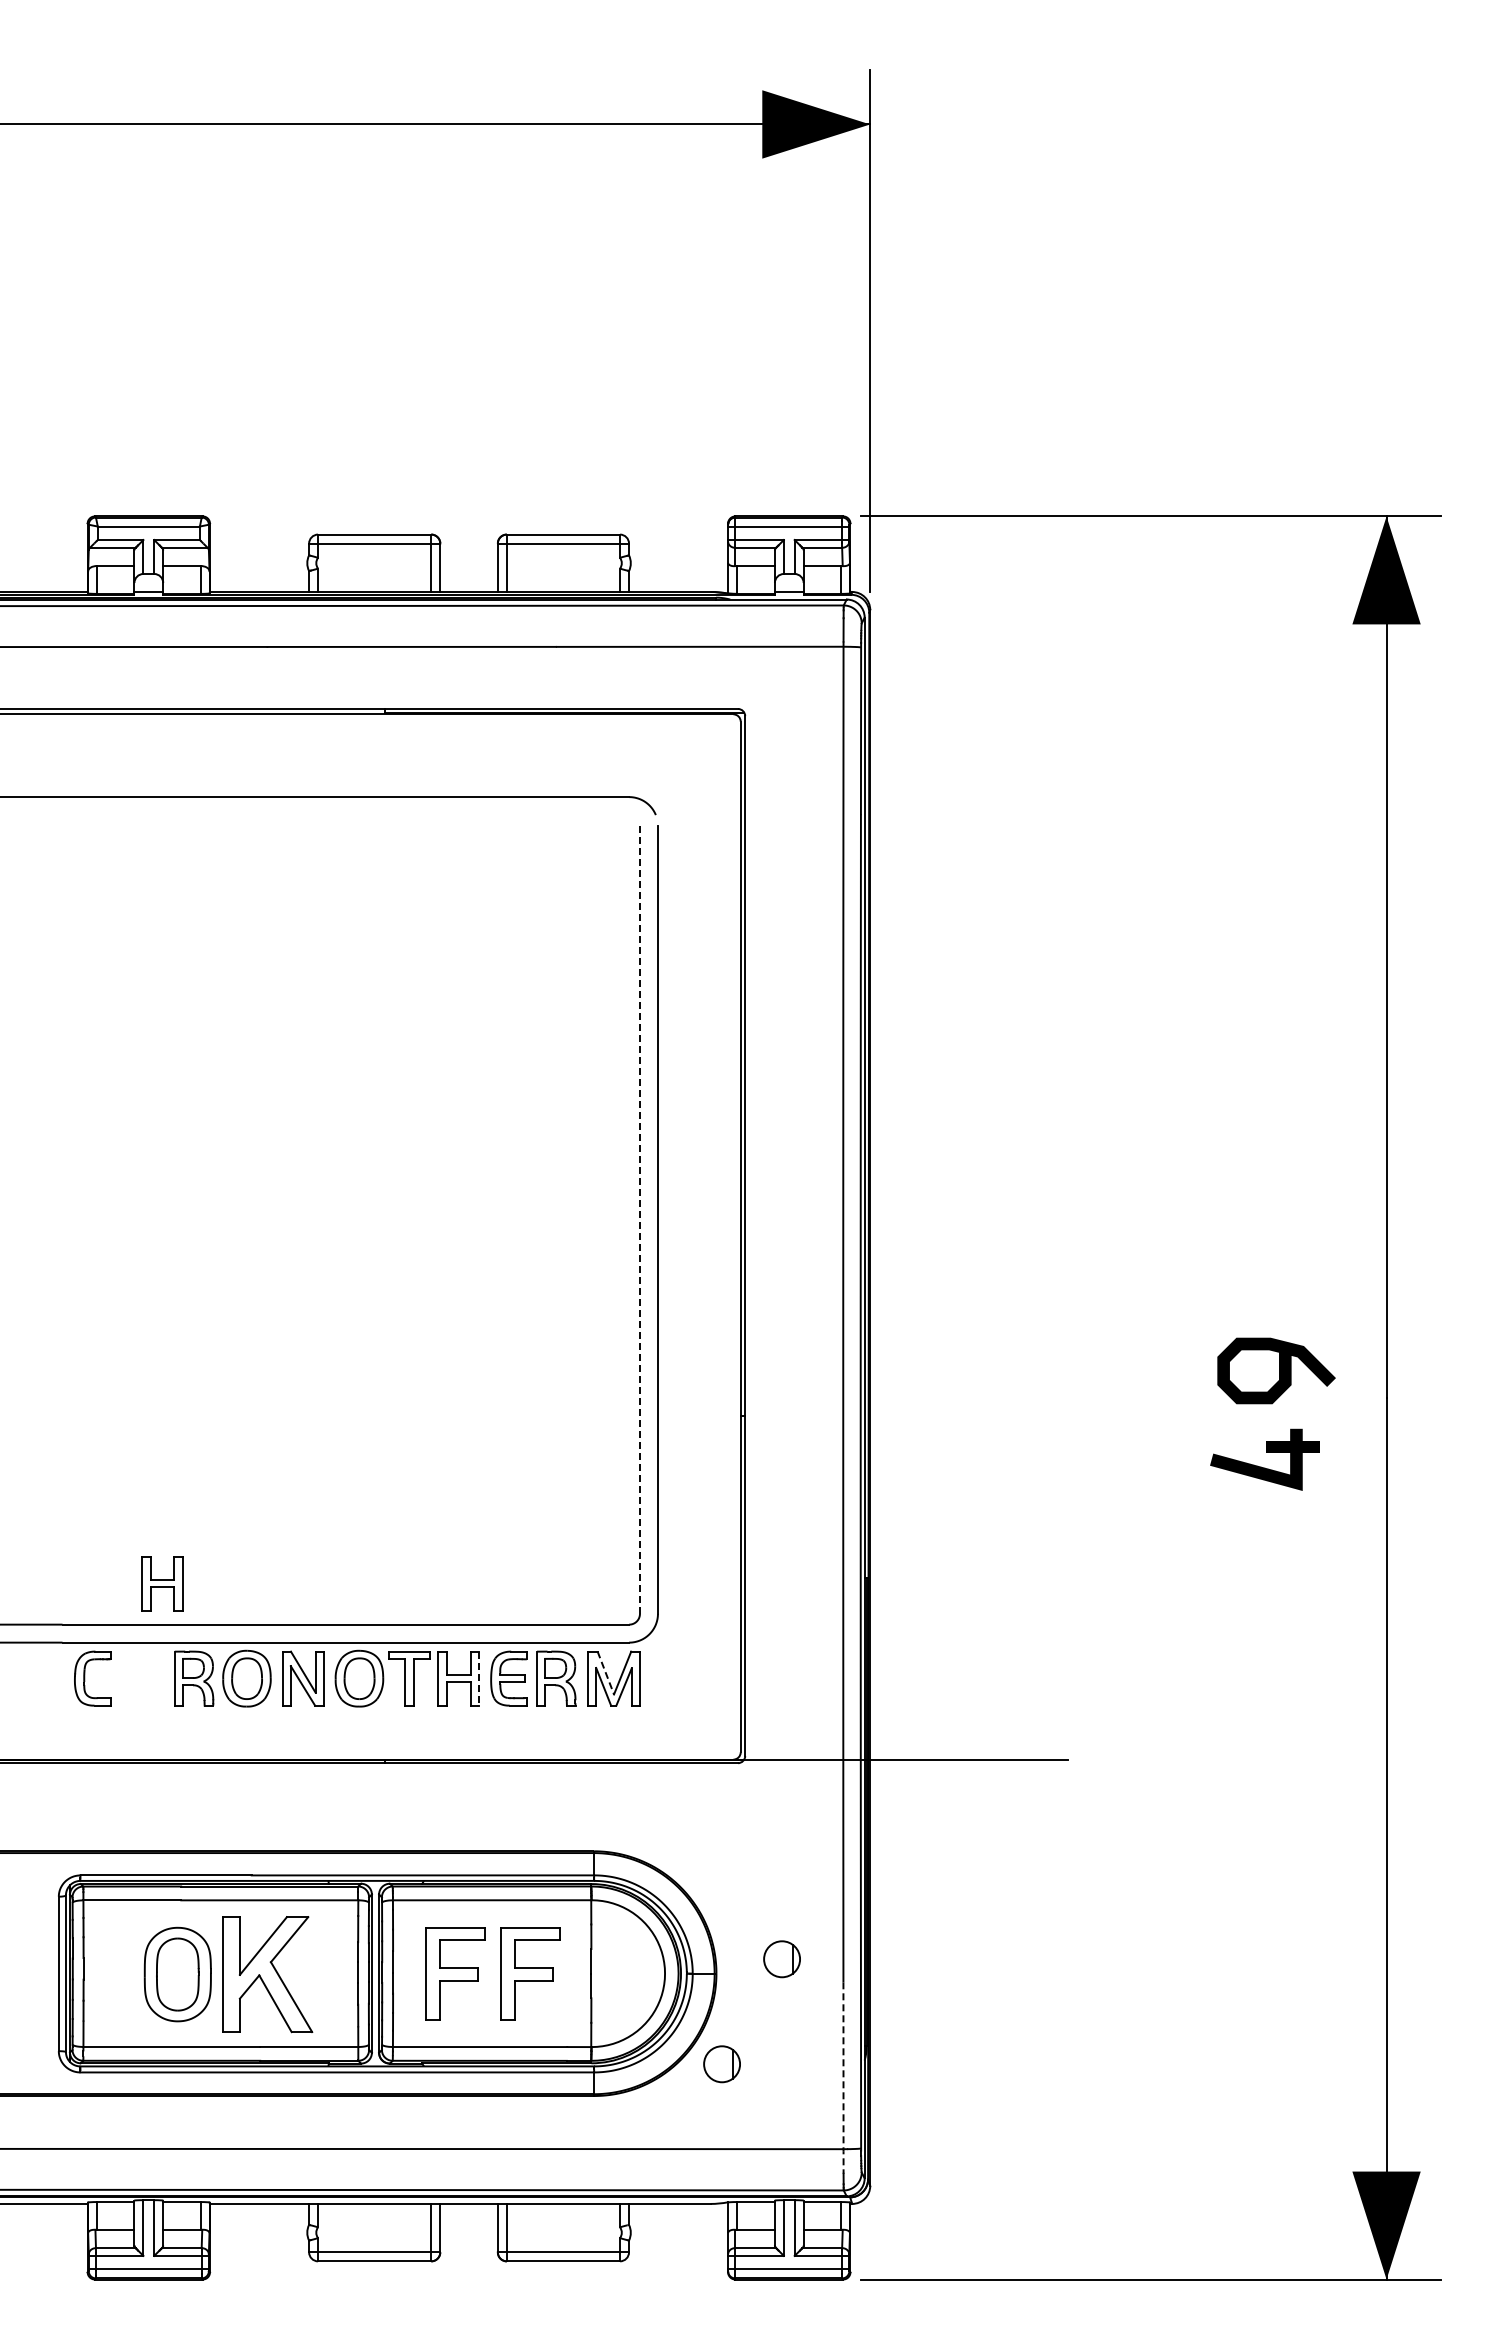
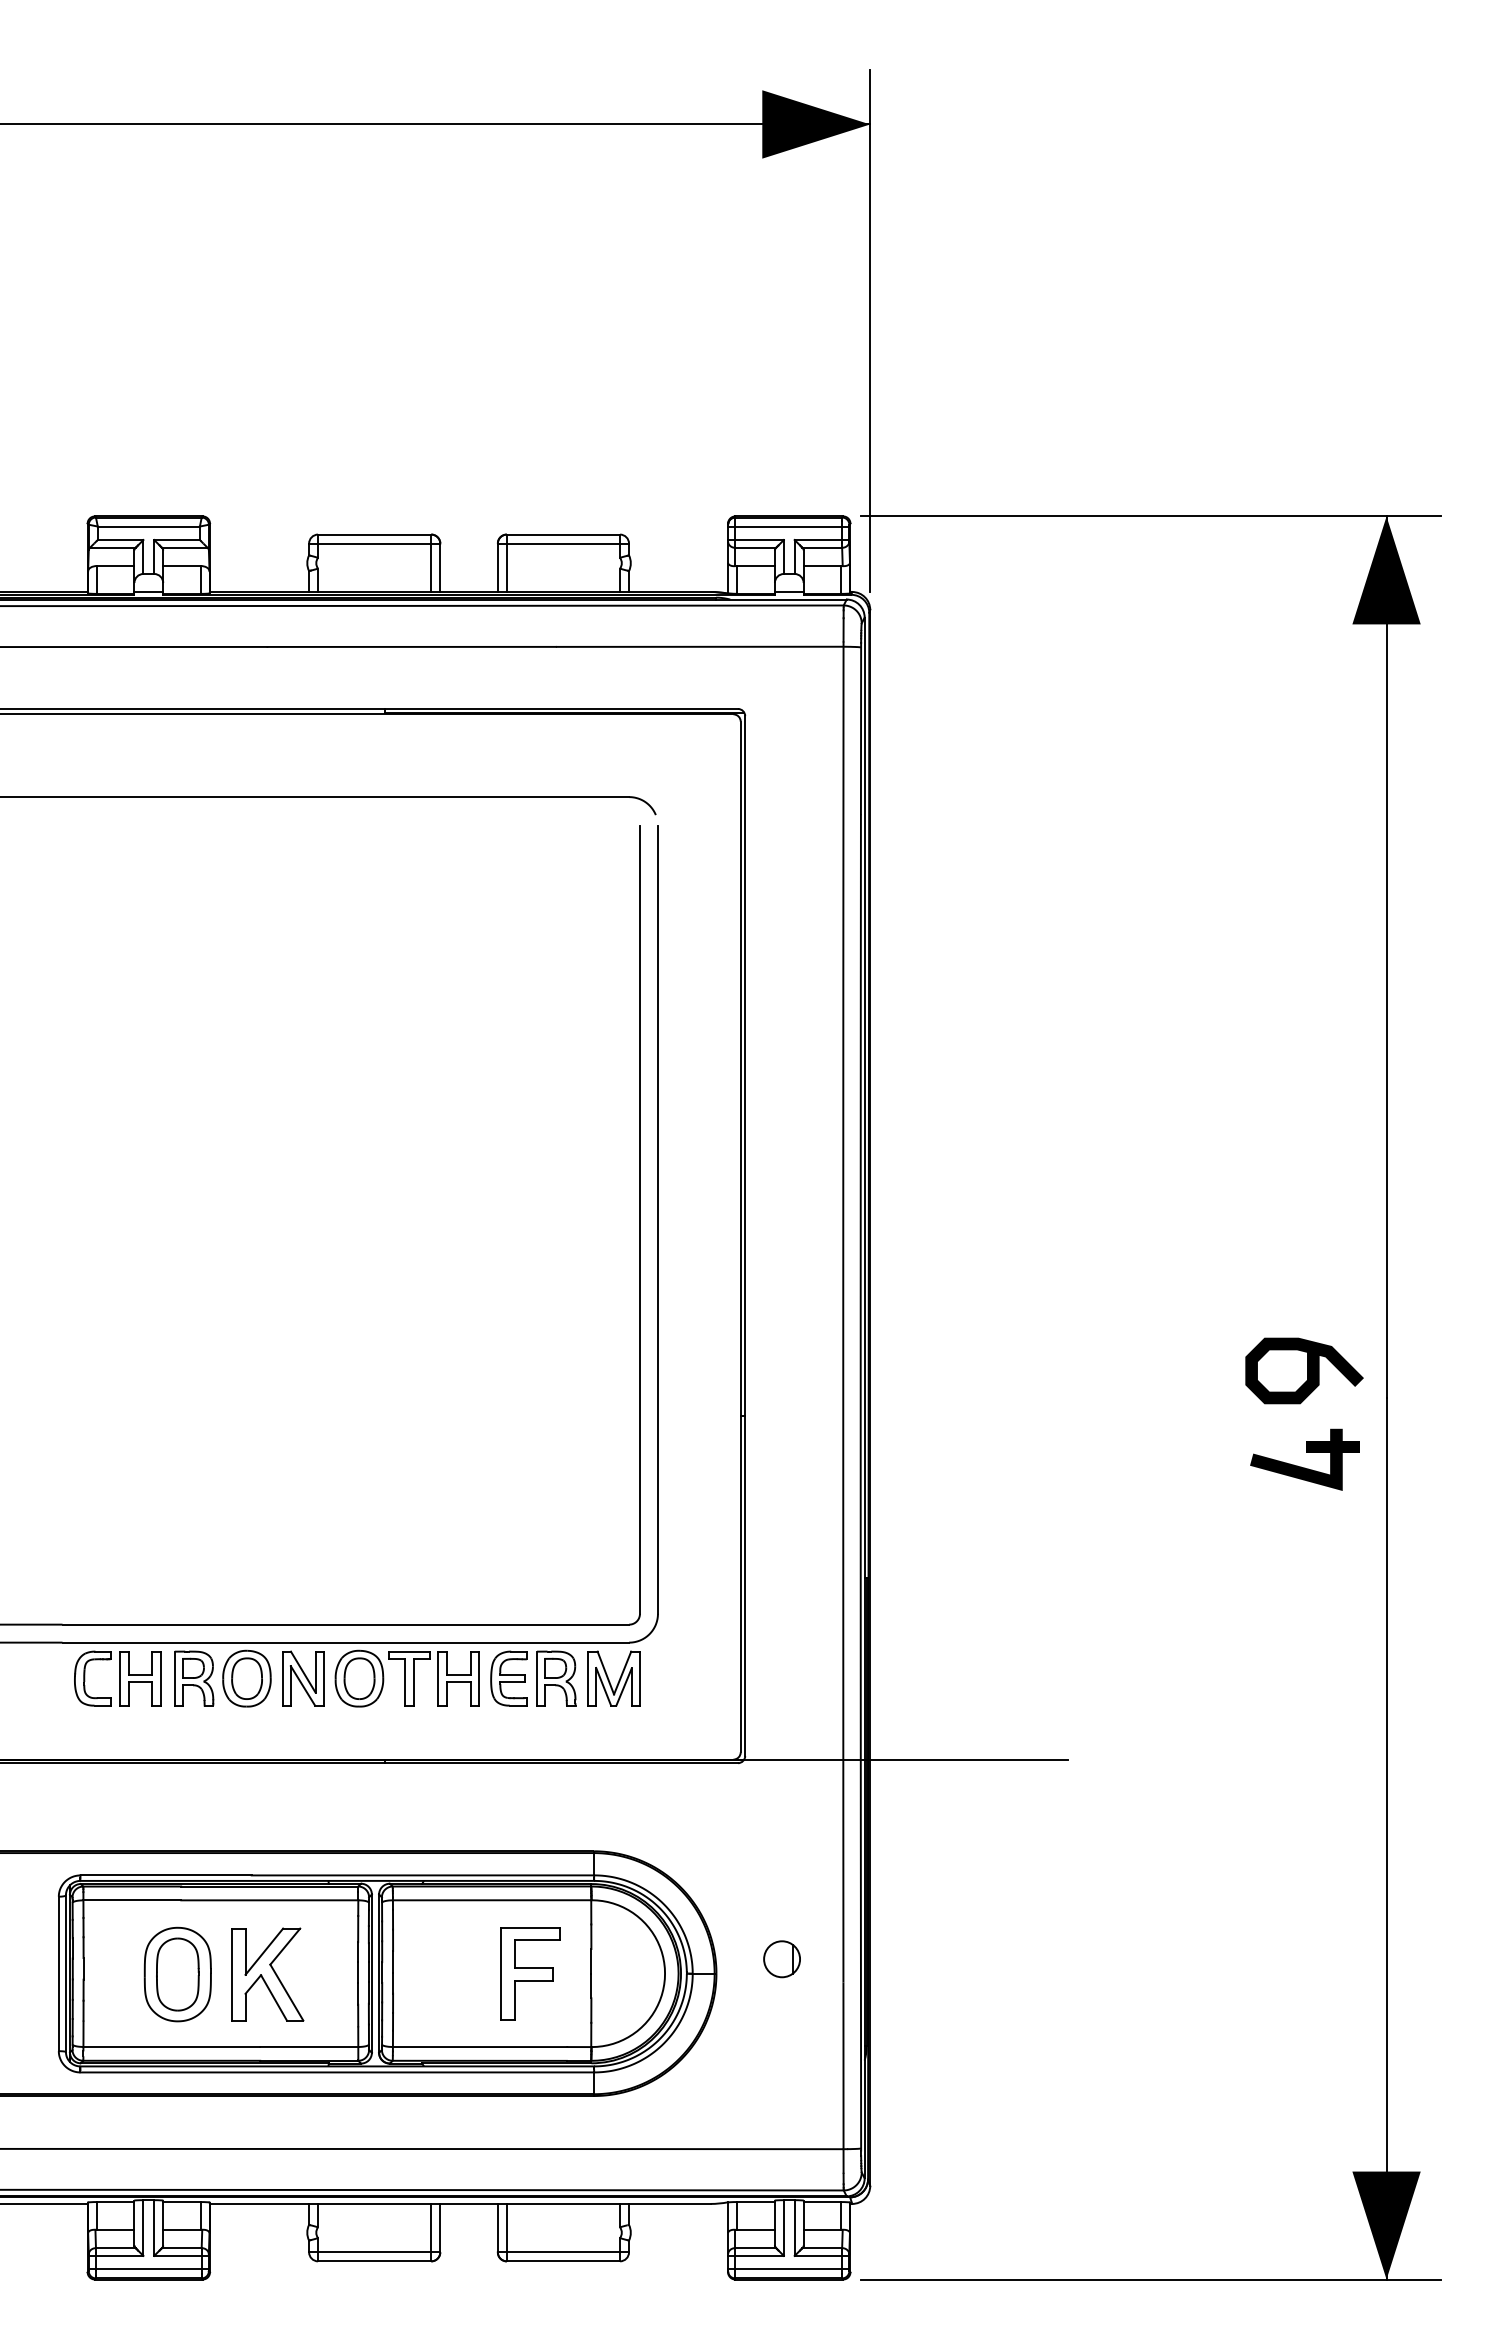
line at (639, 1219): dashed -> solid
curve at (1279, 1370) position: (1279, 1370) -> (1307, 1370)
part at (1266, 1452) position: (1266, 1452) -> (1306, 1452)
part at (162, 1583) position: (162, 1583) -> (140, 1678)
line at (605, 1673): dashed -> solid
line at (479, 1678): dashed -> solid
part at (455, 1973): present -> none
part at (267, 1974) size: 92x118 px -> 74x95 px
part at (721, 2064): present -> none
line at (843, 2079): dashed -> solid
